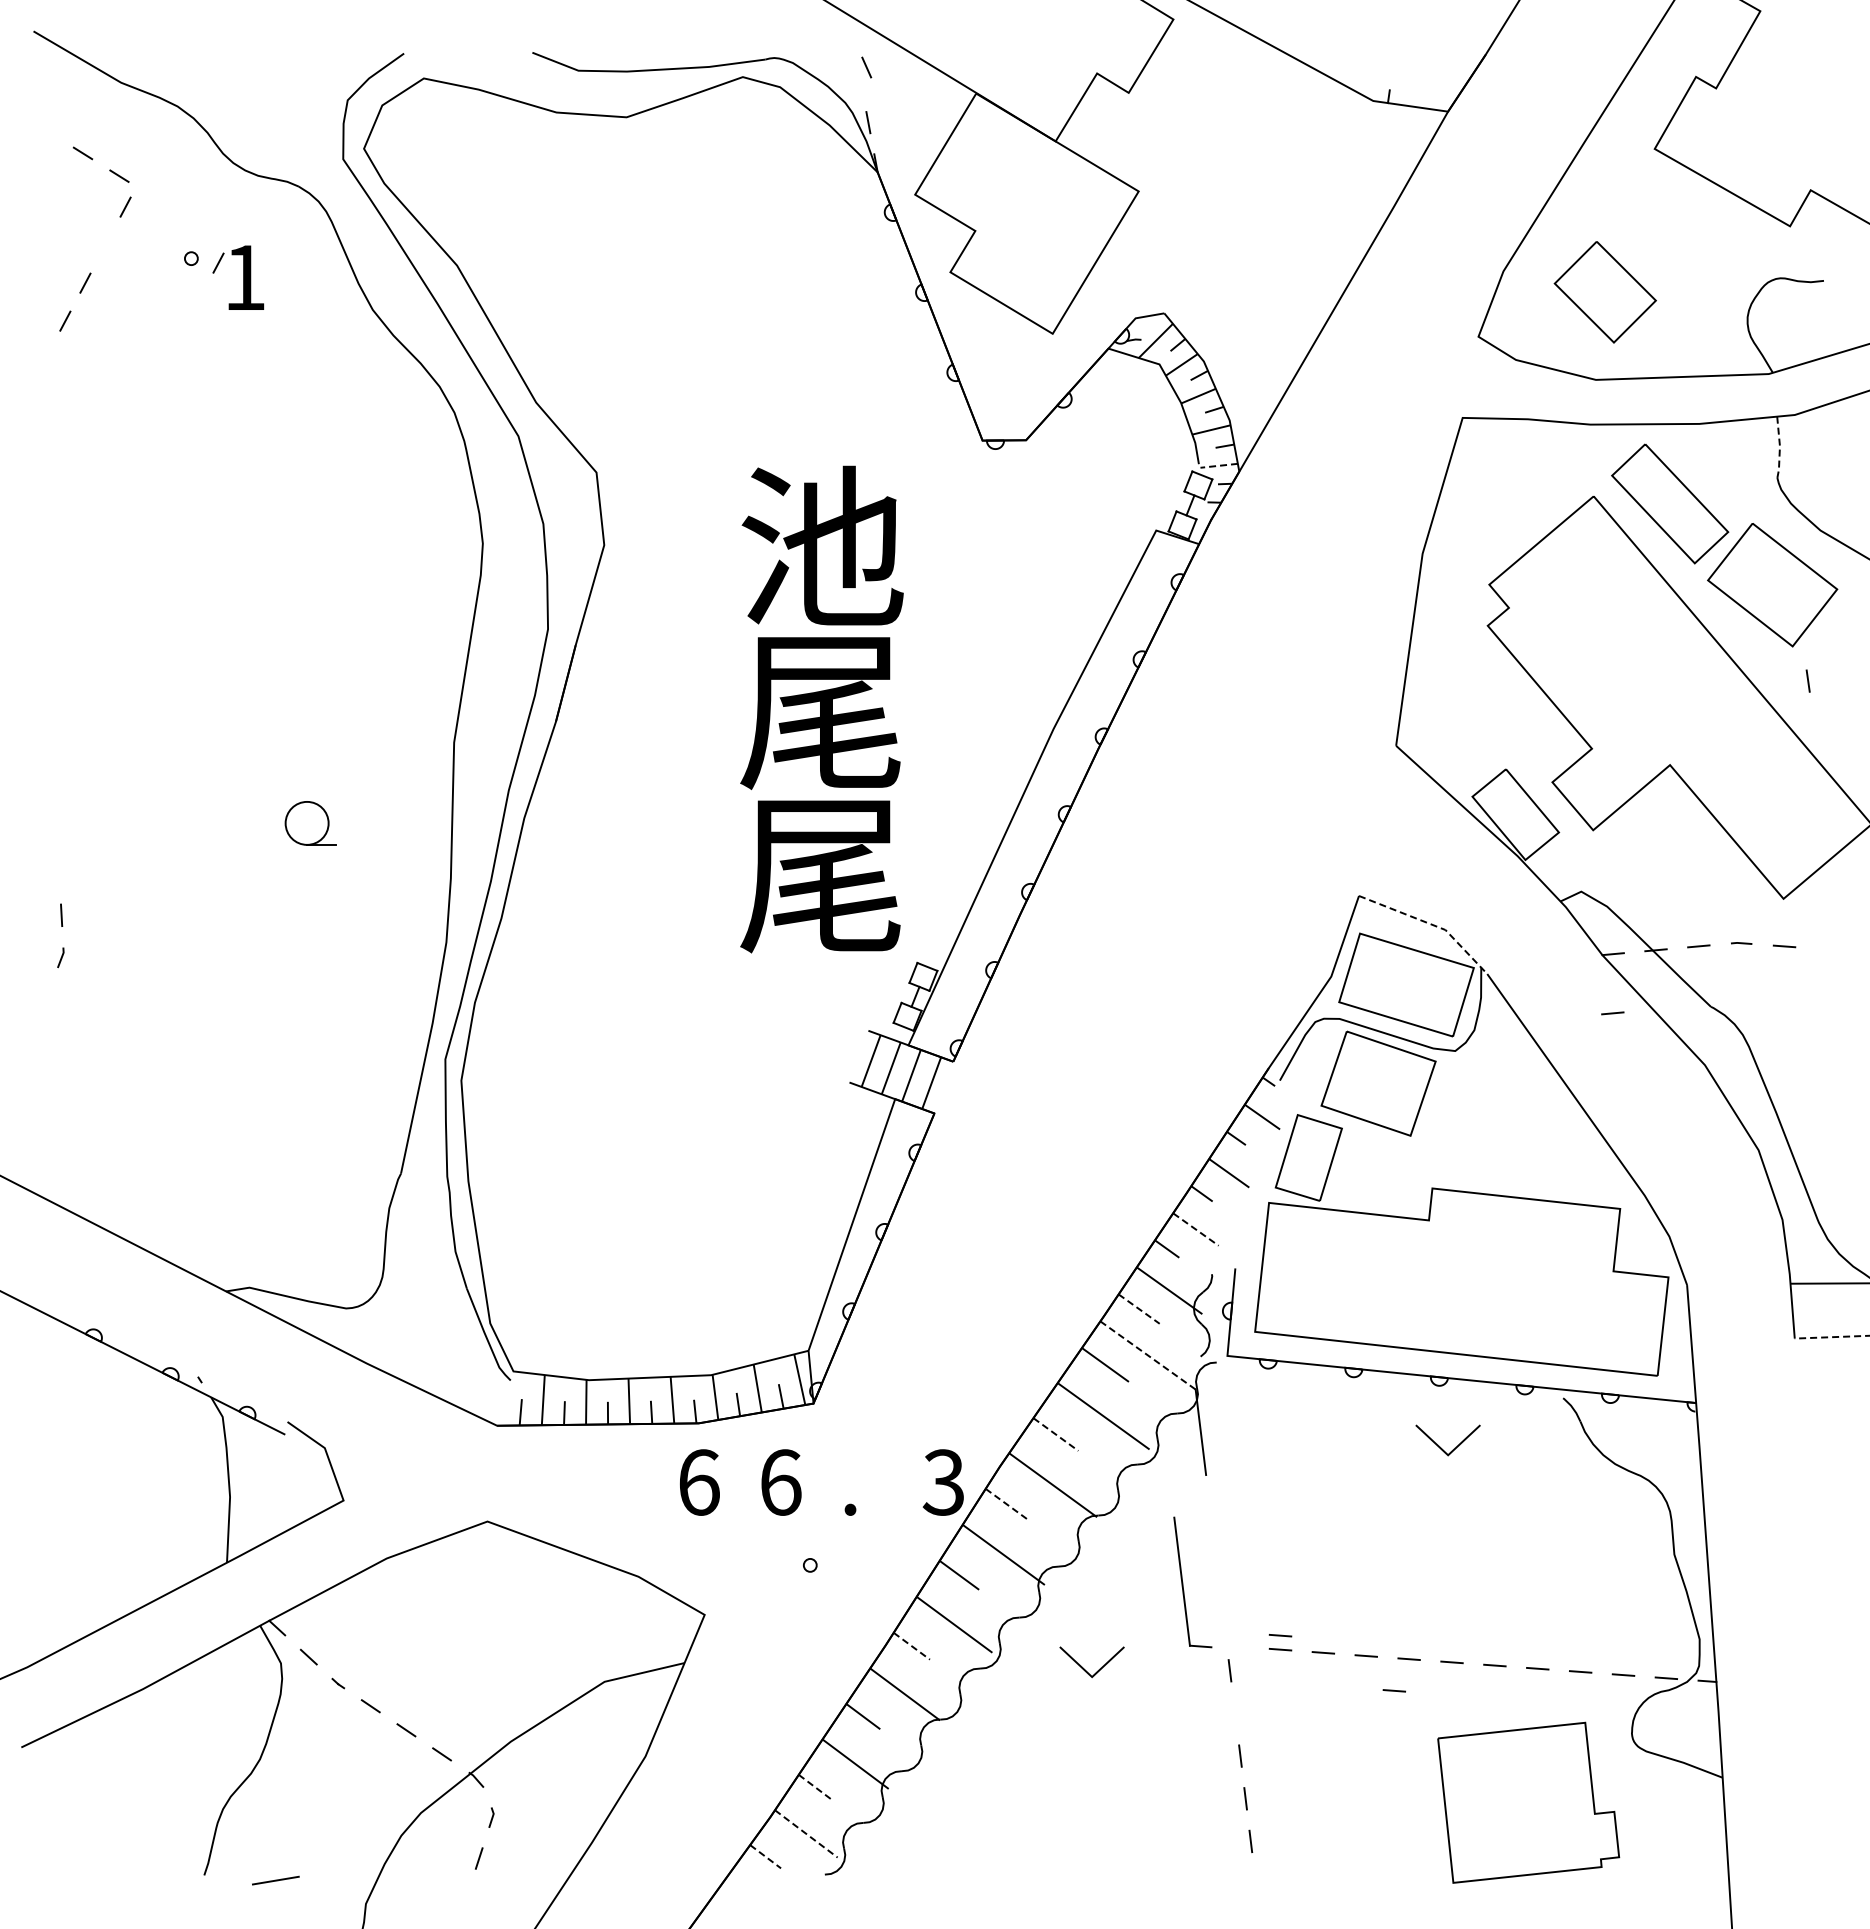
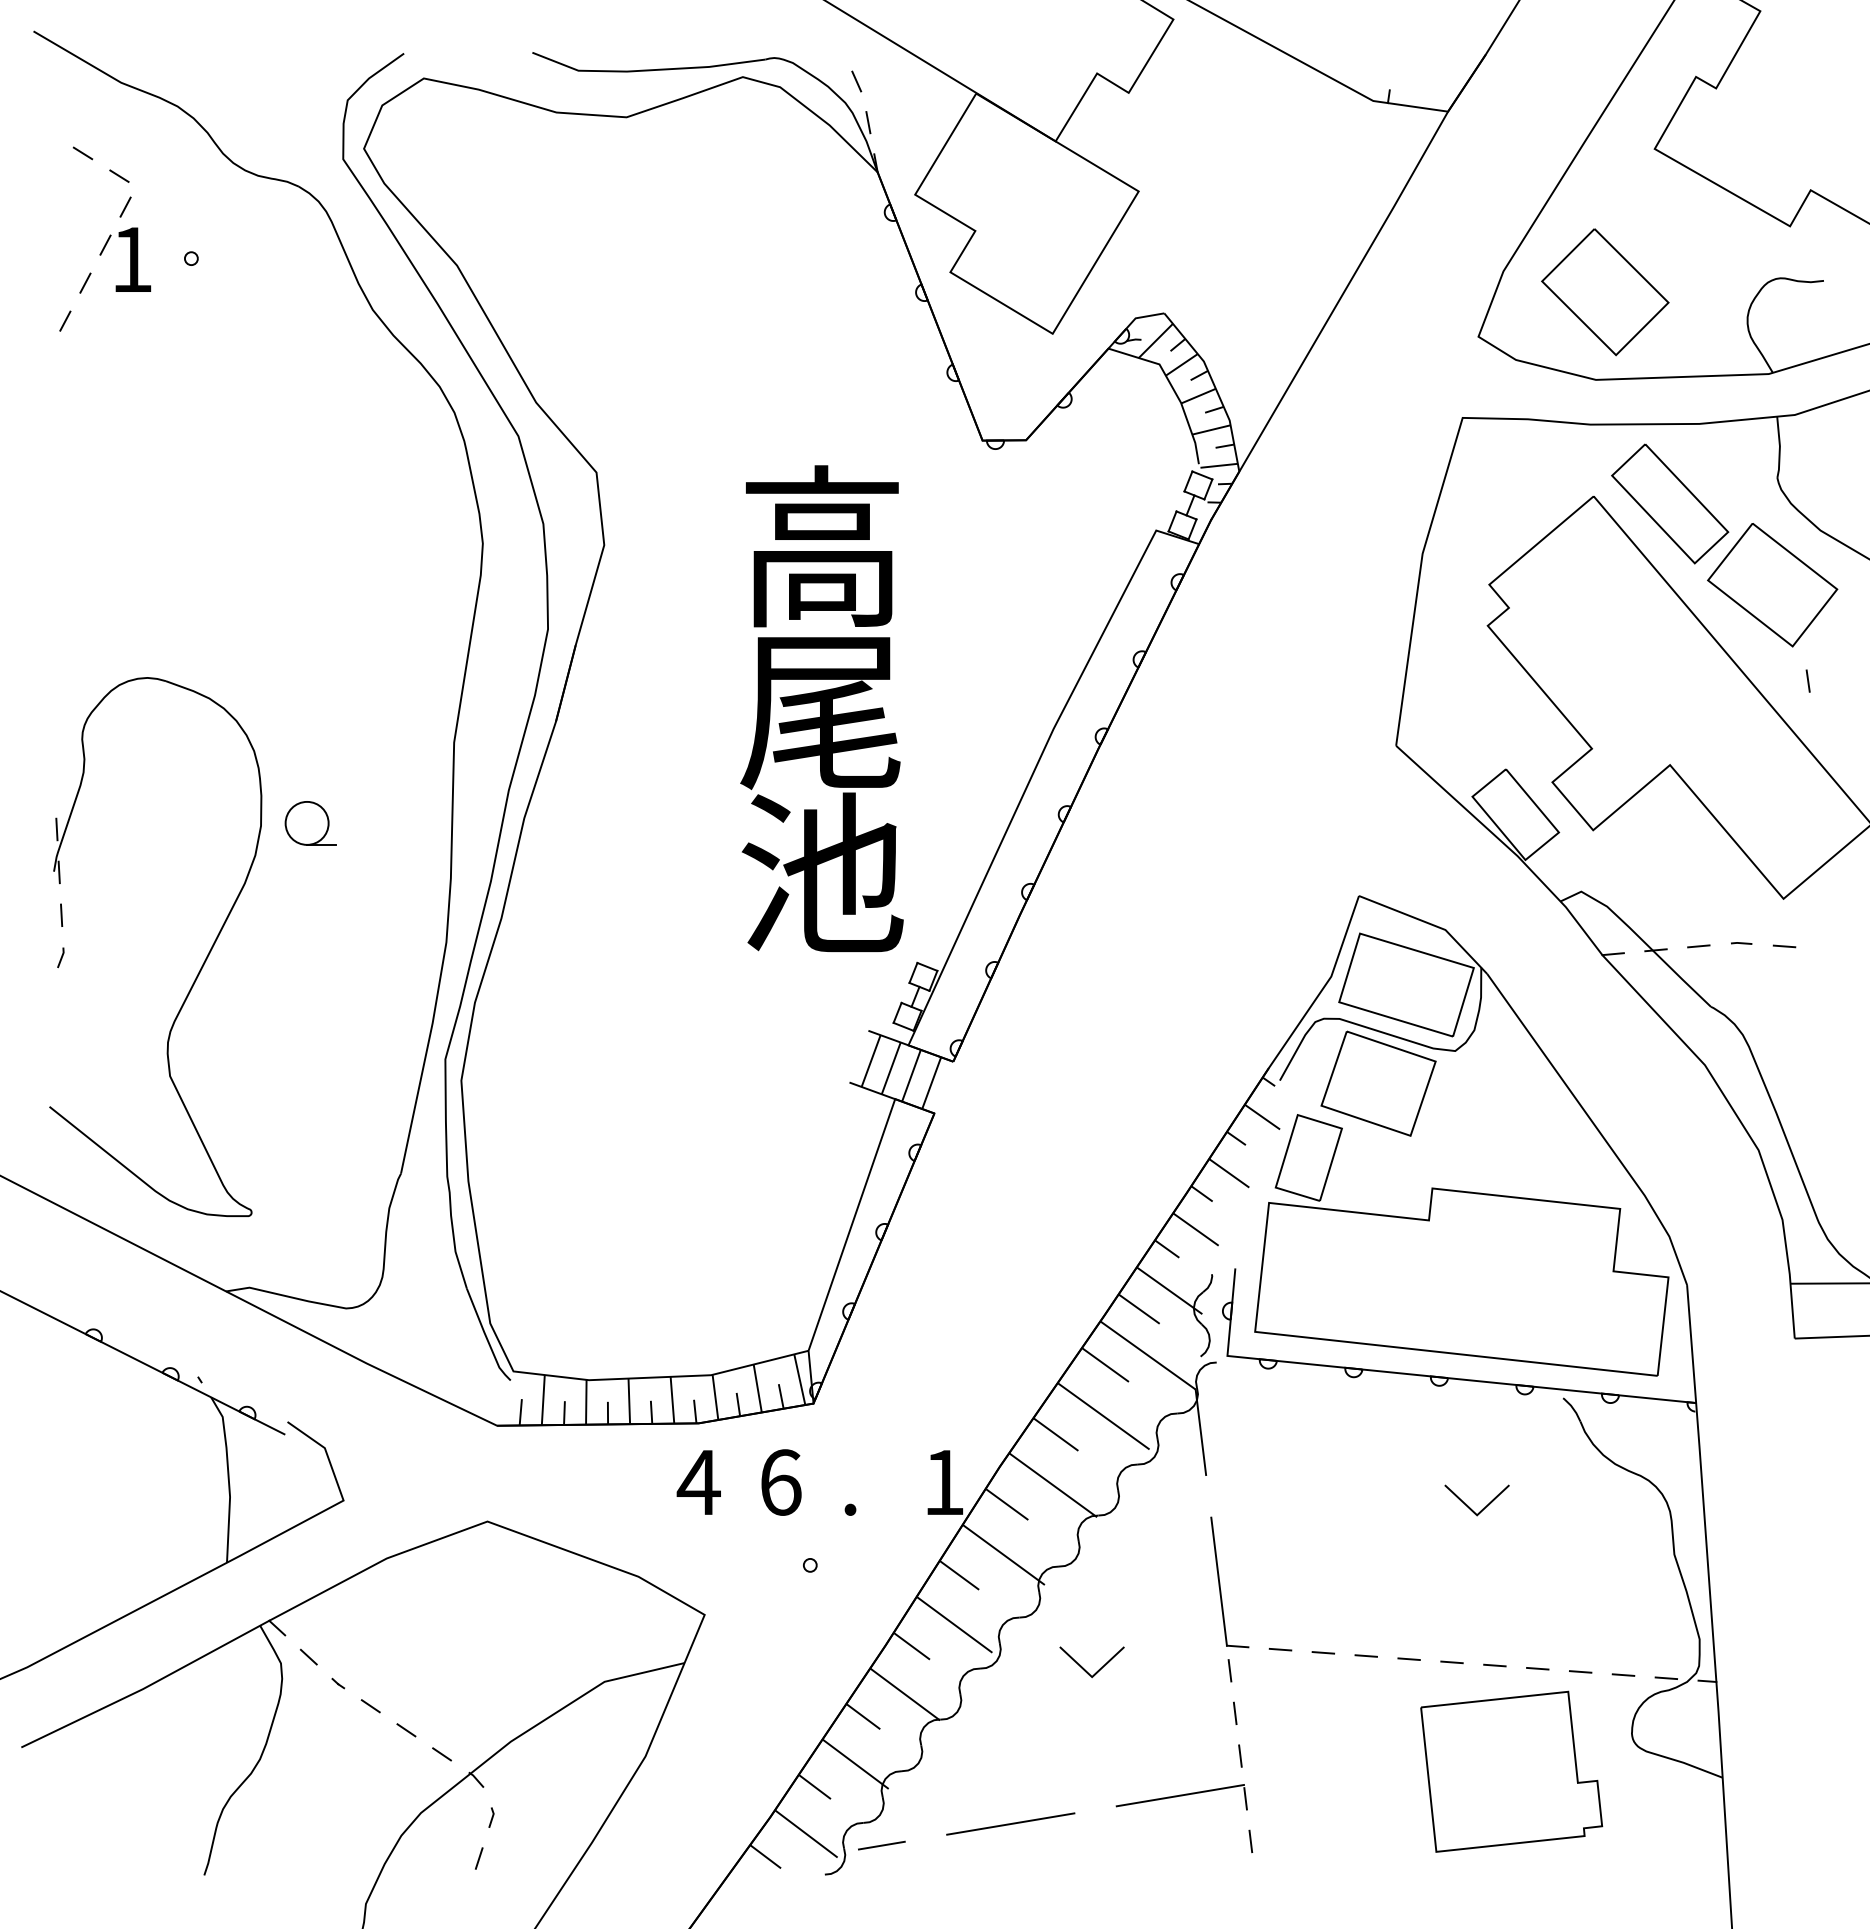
line at (866, 67) position: (866, 67) -> (856, 81)
part at (238, 277) position: (238, 277) -> (125, 259)
part at (1604, 292) size: 104x103 px -> 129x129 px
line at (1779, 448): dashed -> solid
line at (1219, 465): dashed -> solid
text at (822, 546): 池 -> 高
text at (821, 872): 尾 -> 池
line at (1431, 924): dashed -> solid
part at (200, 968): none -> present
line at (1612, 1013): present -> none
line at (1195, 1229): dashed -> solid
line at (1139, 1309): dashed -> solid
line at (1831, 1337): dashed -> solid
line at (1148, 1355): dashed -> solid
line at (1055, 1434): dashed -> solid
line at (1440, 1446) position: (1440, 1446) -> (1469, 1506)
text at (698, 1482): 6 -> 4
text at (942, 1482): 3 -> 1
line at (1007, 1504): dashed -> solid
part at (1183, 1582) position: (1183, 1582) -> (1220, 1582)
line at (1280, 1635): present -> none
line at (911, 1646): dashed -> solid
line at (1393, 1690): present -> none
line at (1235, 1712): none -> present
line at (815, 1787): dashed -> solid
line at (1179, 1795): none -> present
part at (1528, 1802) position: (1528, 1802) -> (1511, 1771)
line at (1010, 1823): none -> present
line at (806, 1834): dashed -> solid
line at (766, 1857): dashed -> solid
line at (275, 1880) position: (275, 1880) -> (881, 1845)
